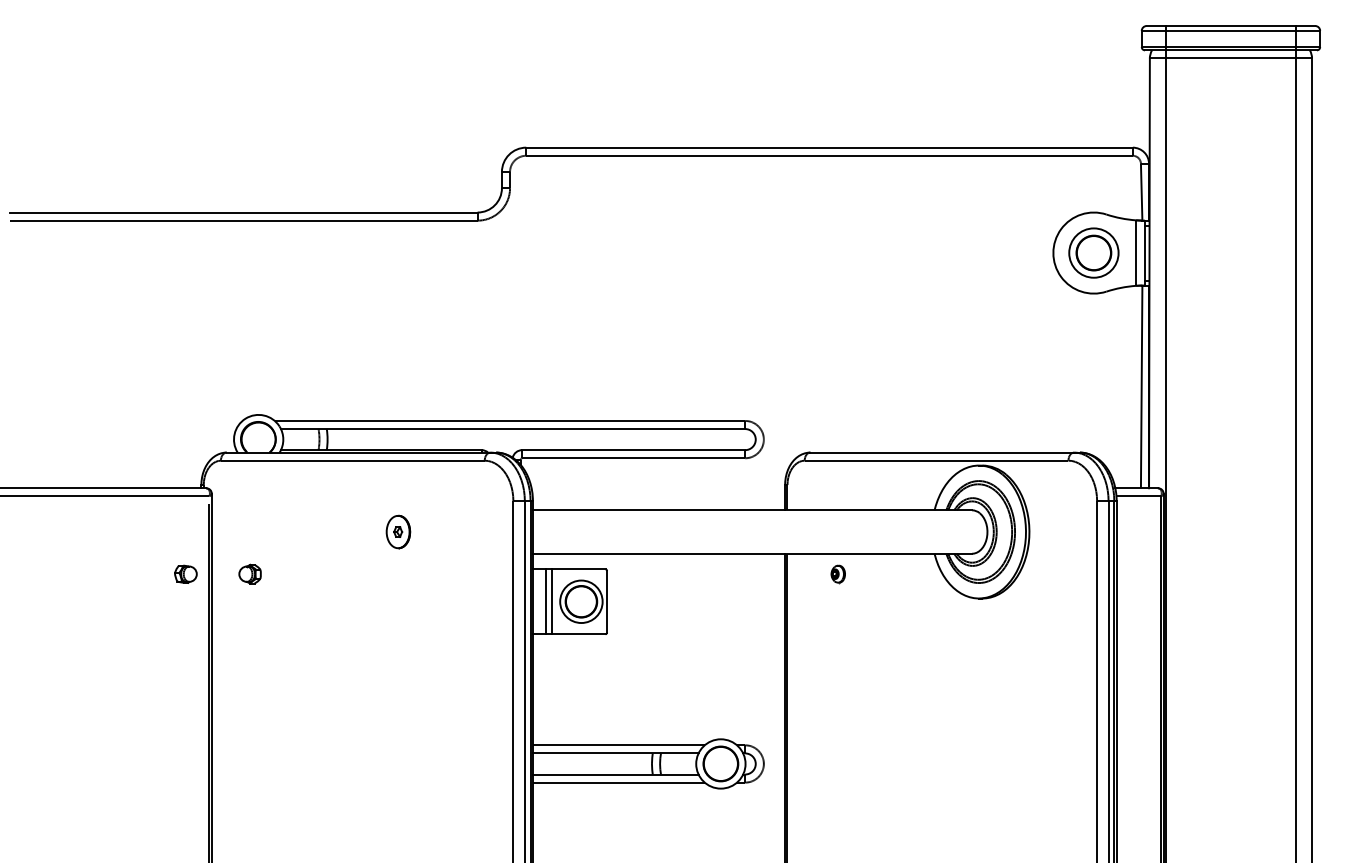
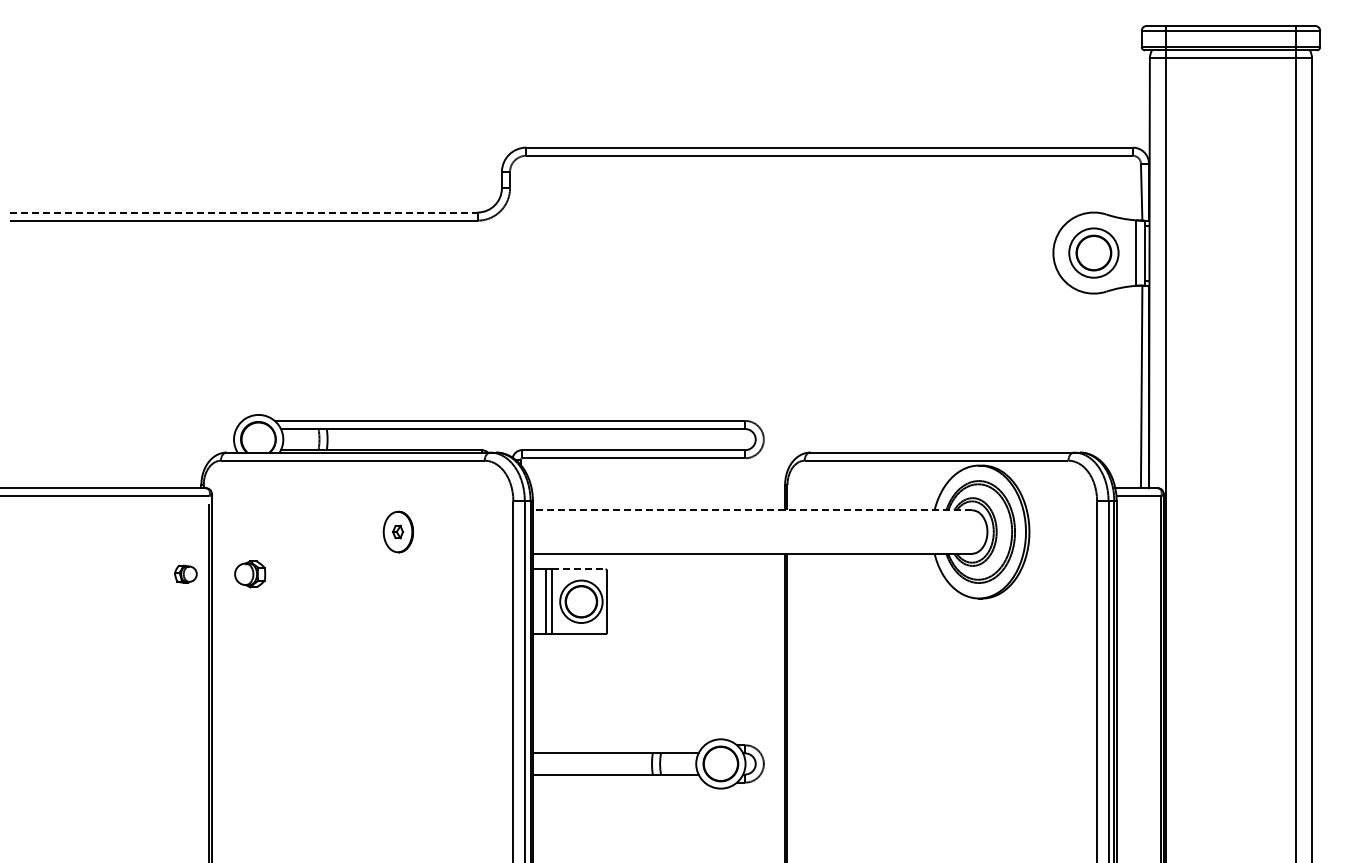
line at (243, 212): solid -> dashed
line at (752, 510): solid -> dashed
part at (398, 531) size: 27x36 px -> 32x44 px
line at (578, 569): solid -> dashed
part at (249, 573) size: 24x22 px -> 33x29 px
part at (837, 574): present -> none
line at (618, 745): present -> none
line at (618, 782): present -> none
